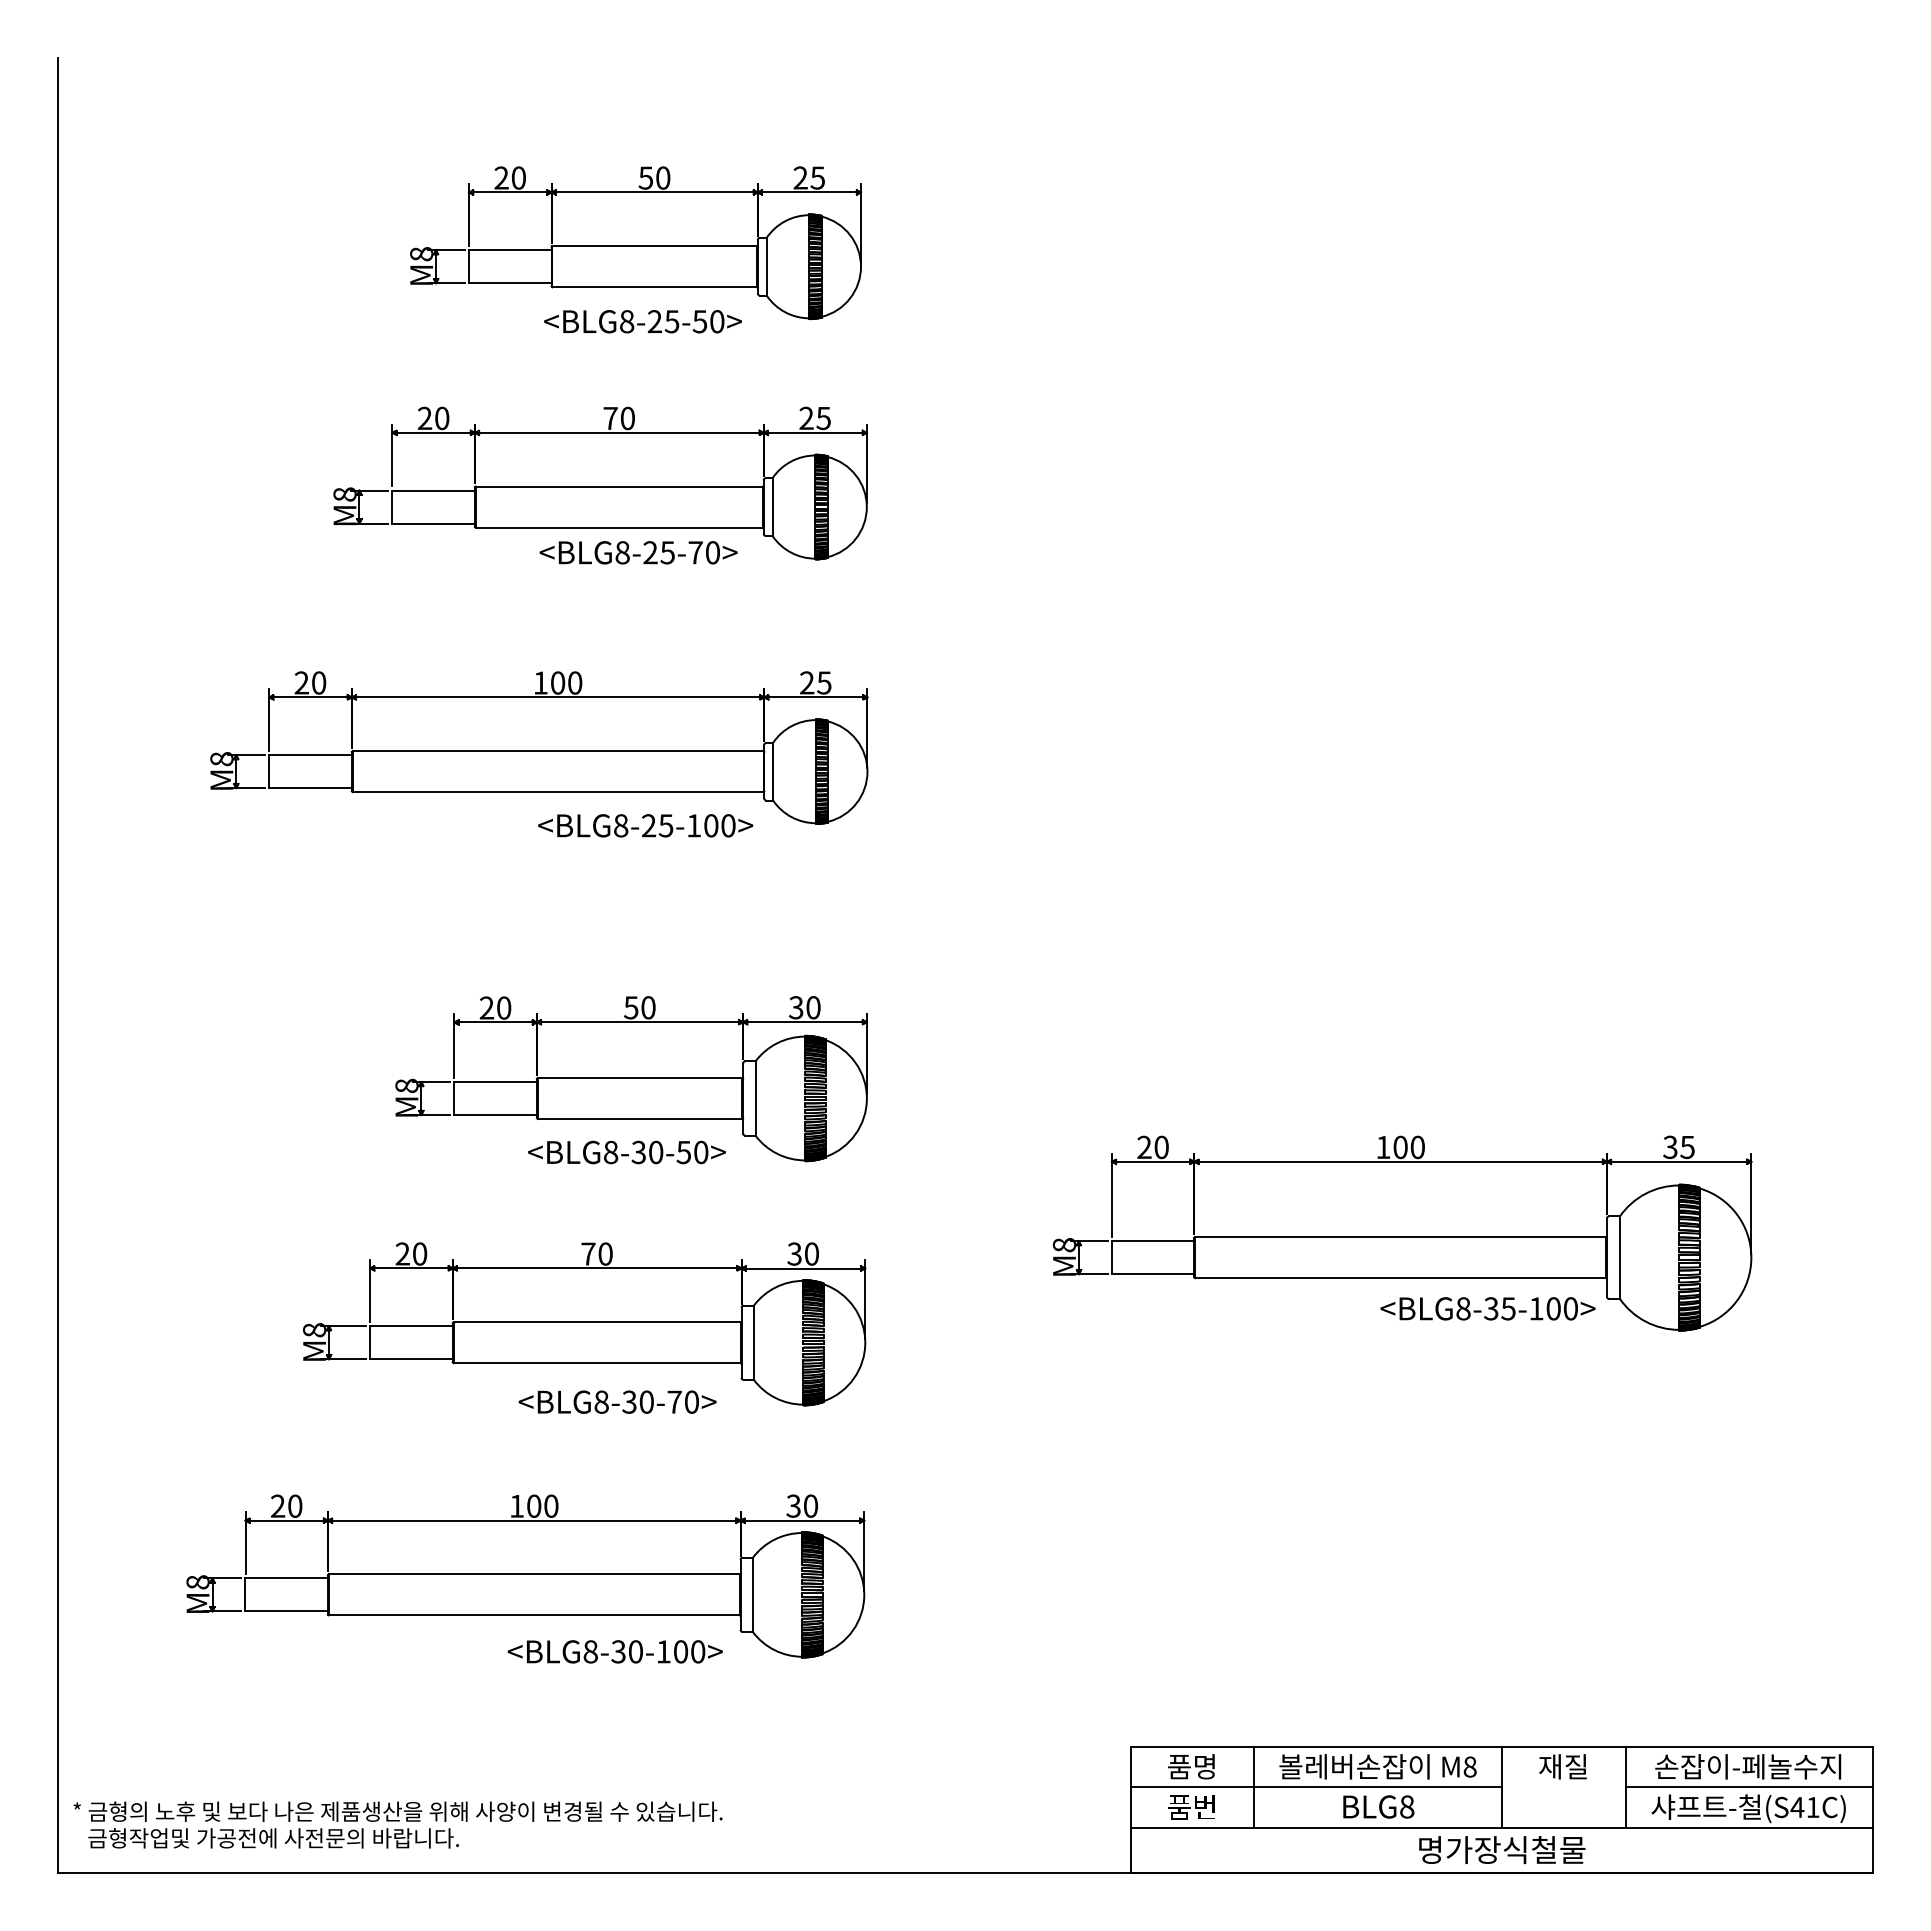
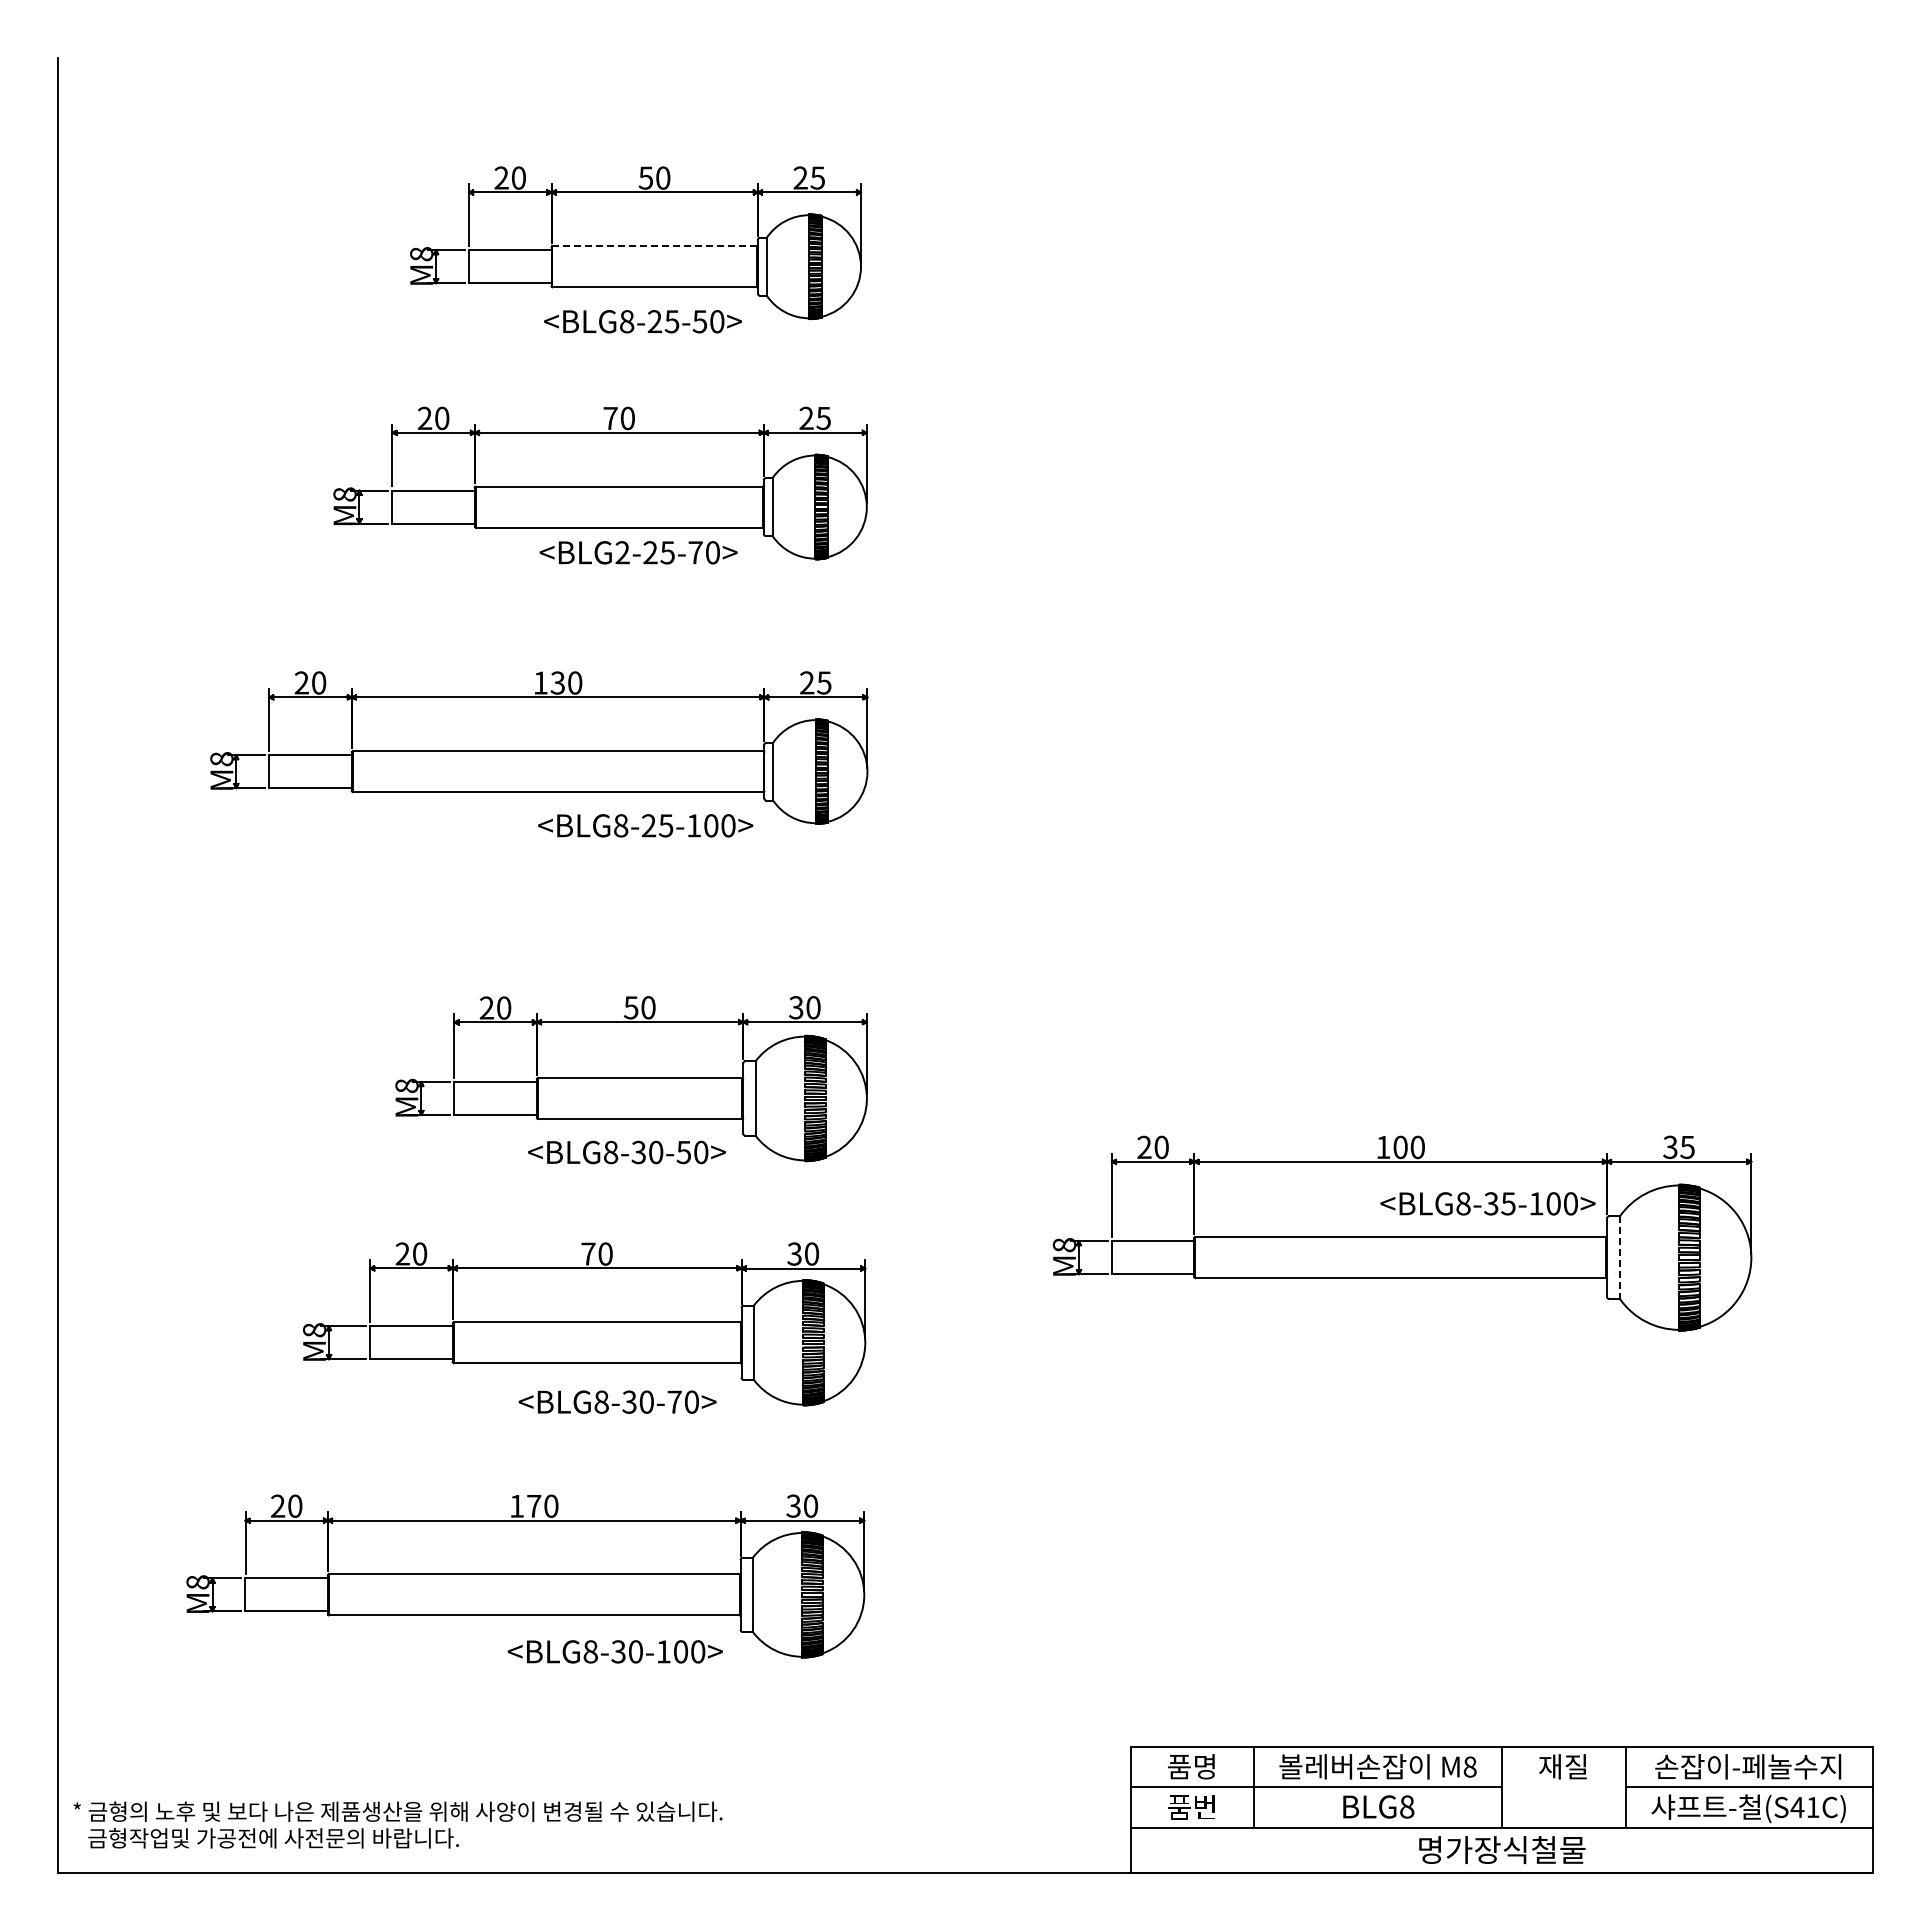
line at (655, 246): solid -> dashed
text at (622, 552): <BLG8-25-70> -> <BLG2-25-70>
text at (557, 682): 100 -> 130
line at (1619, 1258): solid -> dashed
text at (1487, 1308) position: (1487, 1308) -> (1487, 1203)
text at (534, 1505): 100 -> 170
